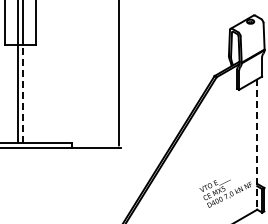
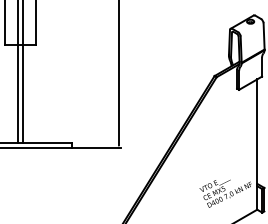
line at (23, 94): dashed -> solid
line at (257, 145): dashed -> solid
